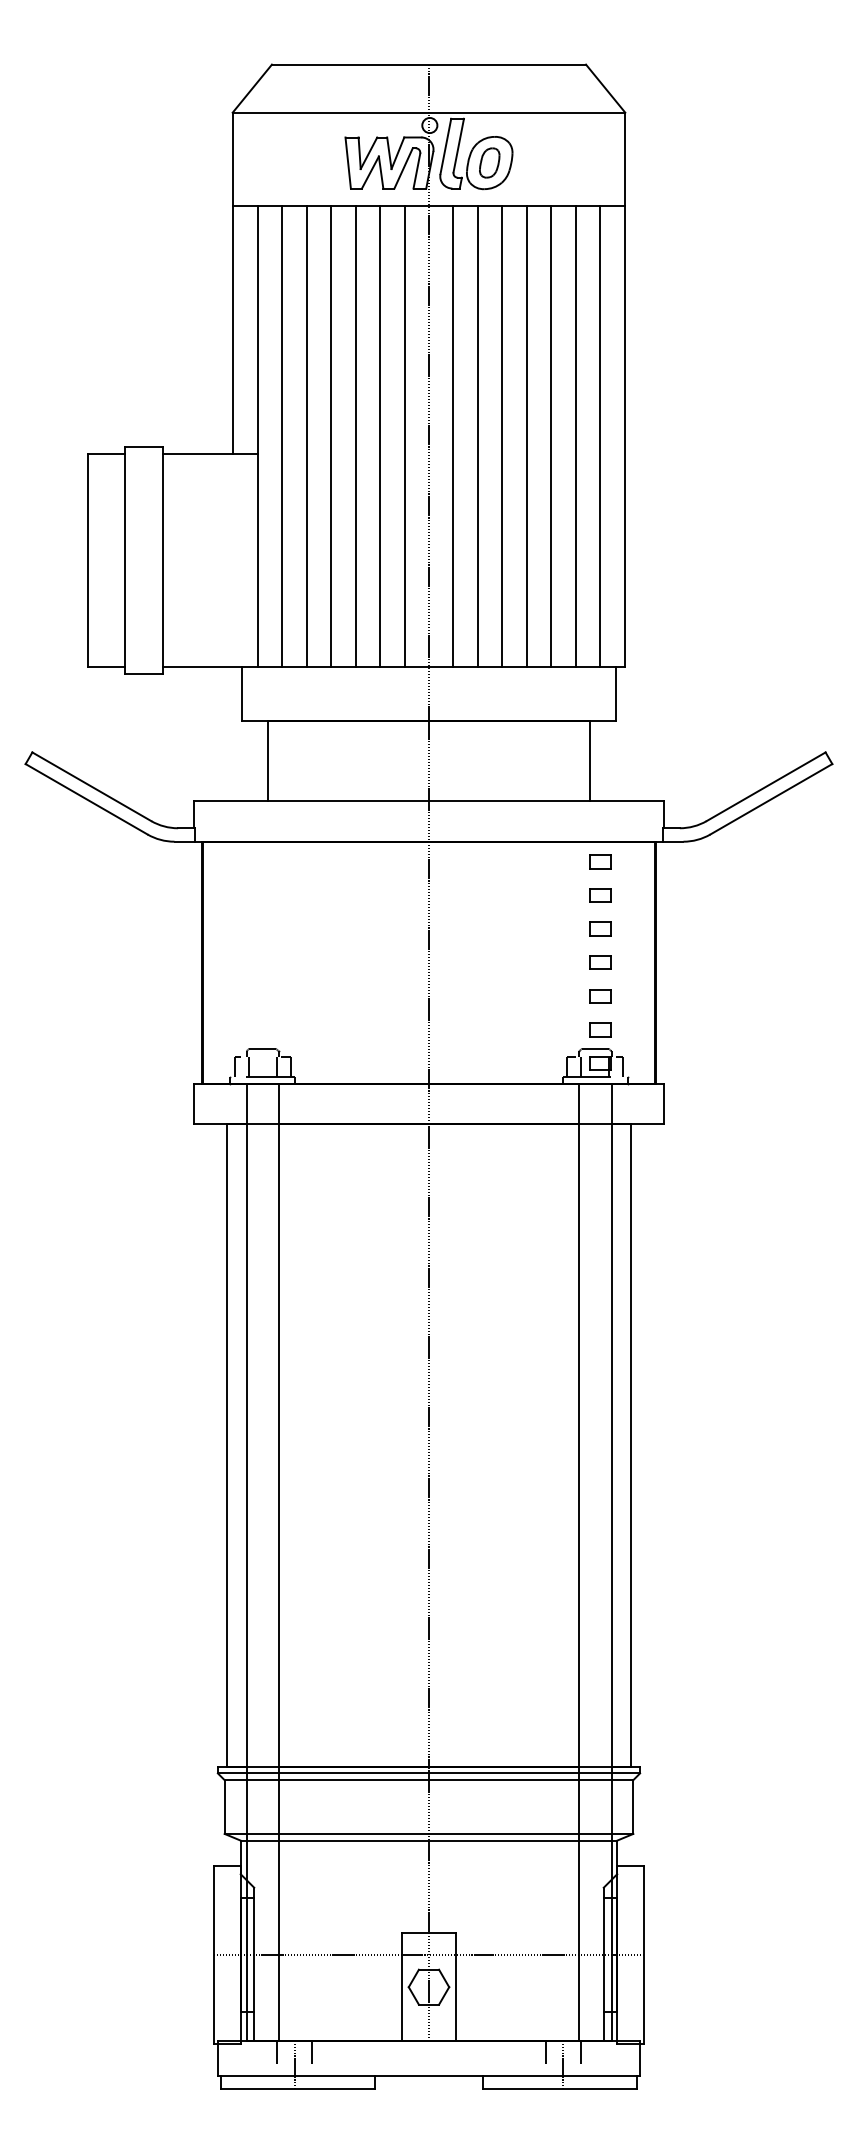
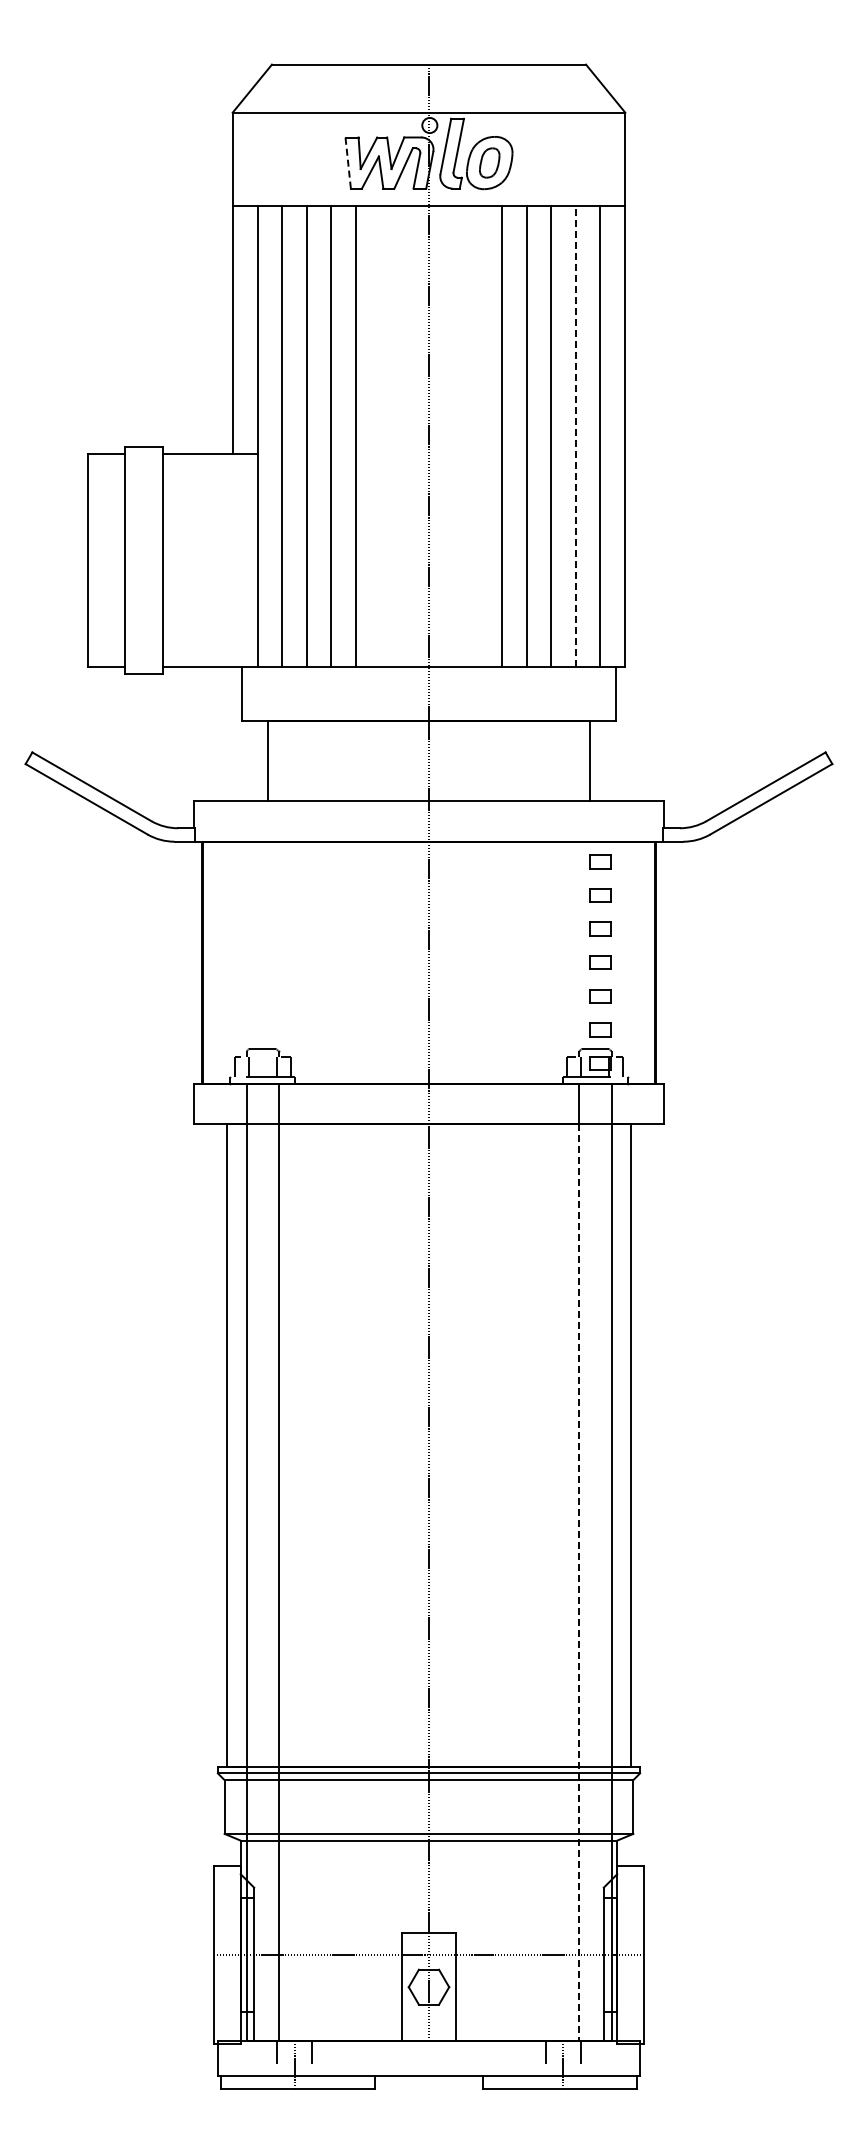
line at (348, 163): solid -> dashed
line at (380, 436): present -> none
line at (404, 436): present -> none
line at (453, 436): present -> none
line at (477, 436): present -> none
line at (575, 436): solid -> dashed
line at (579, 1583): solid -> dashed
